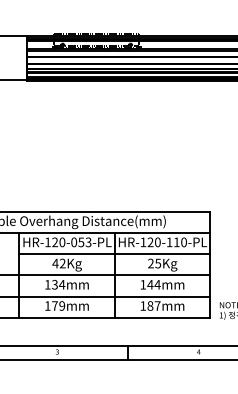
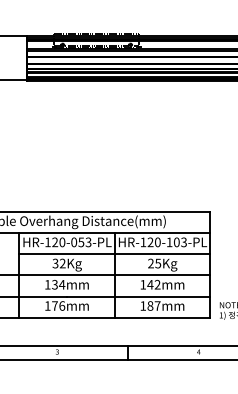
text at (180, 242): HR-120-110-PL -> HR-120-103-PL
text at (55, 263): 42Kg -> 32Kg
text at (157, 284): 144mm -> 142mm
text at (62, 305): 179mm -> 176mm
